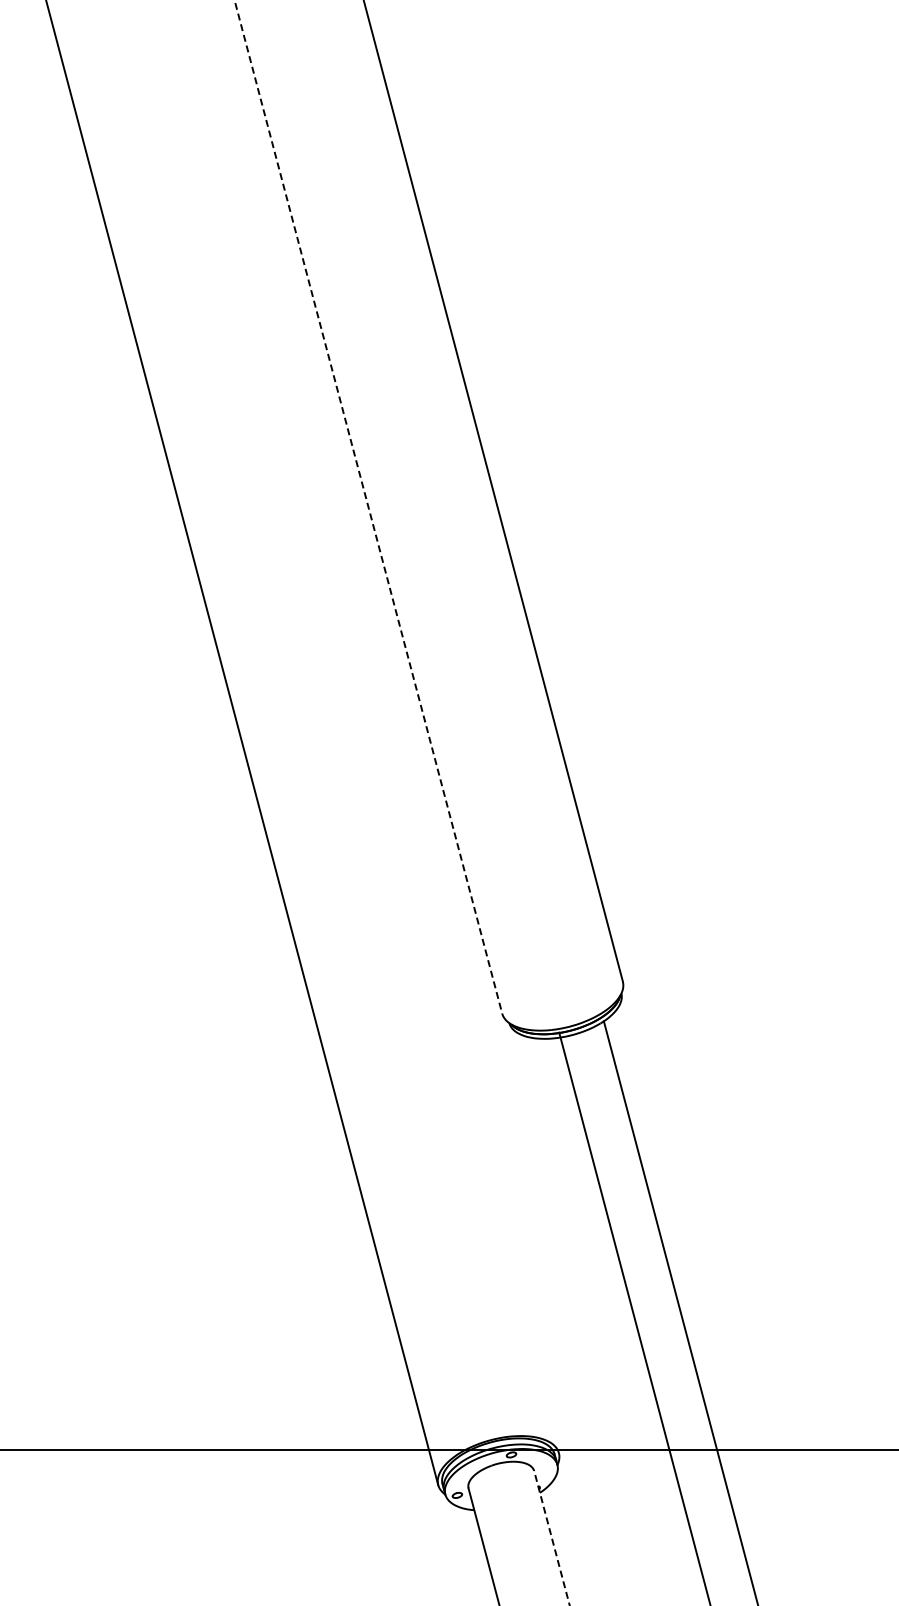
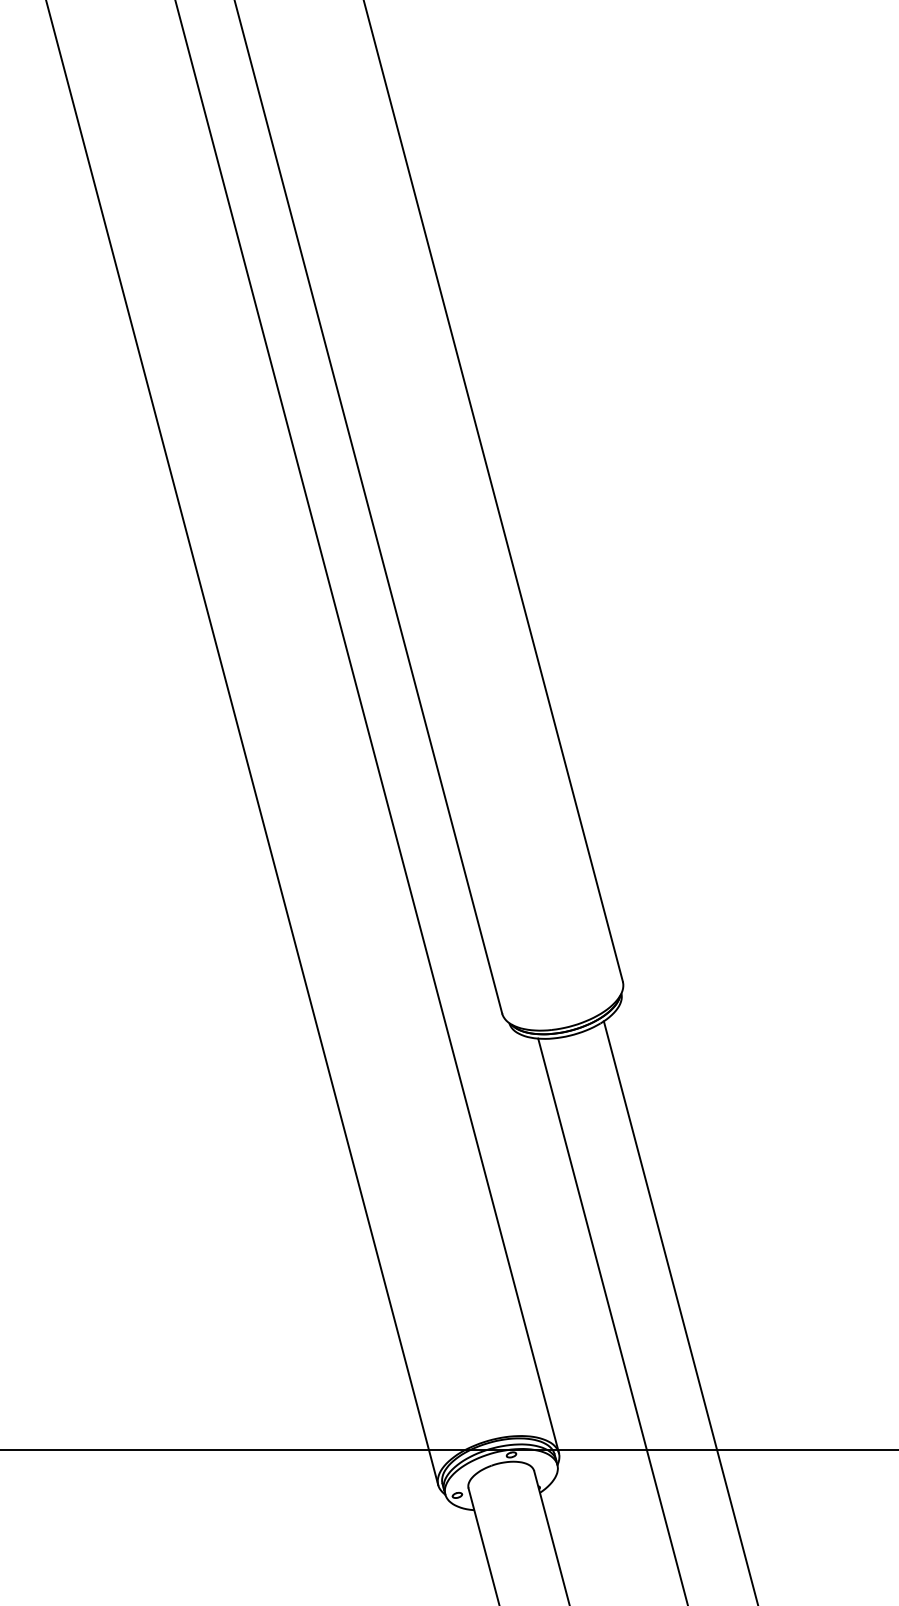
line at (368, 506): dashed -> solid
line at (367, 727): none -> present
line at (634, 1317) position: (634, 1317) -> (612, 1320)
line at (551, 1537): dashed -> solid
